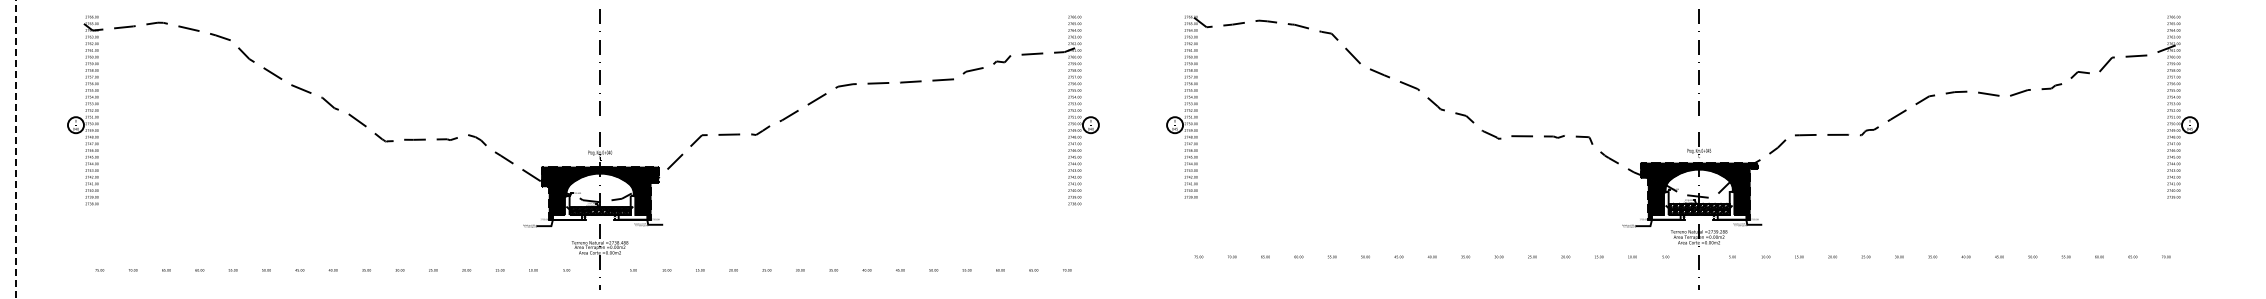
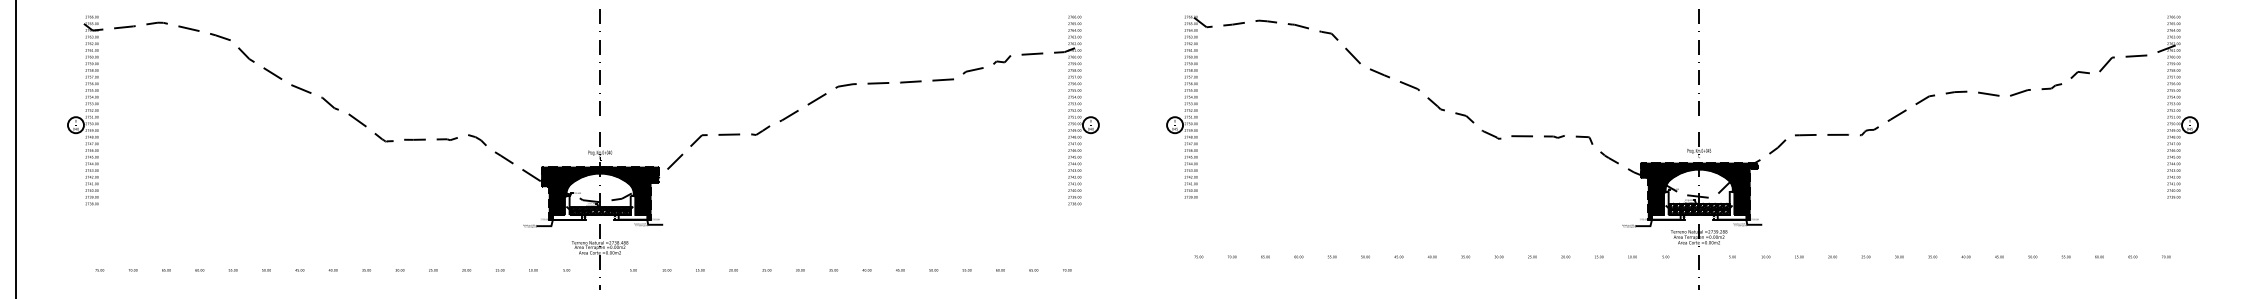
line at (15, 149): dashed -> solid
